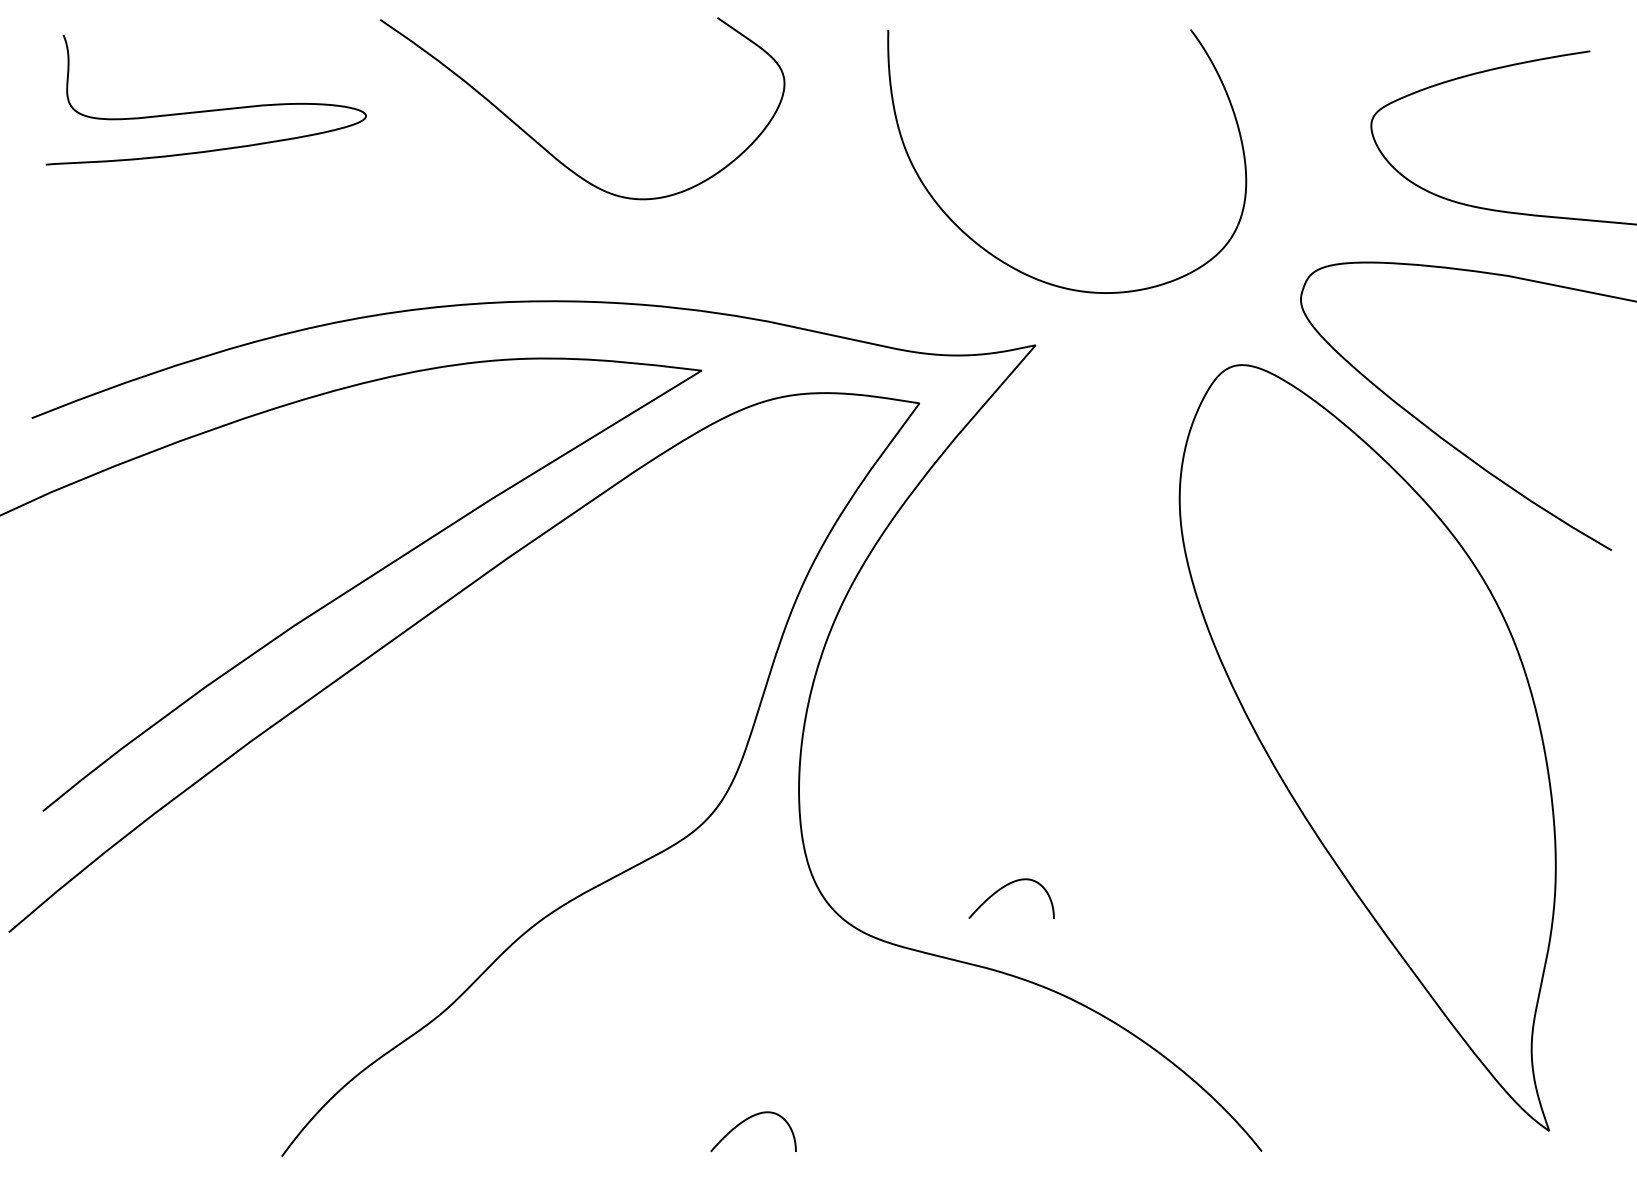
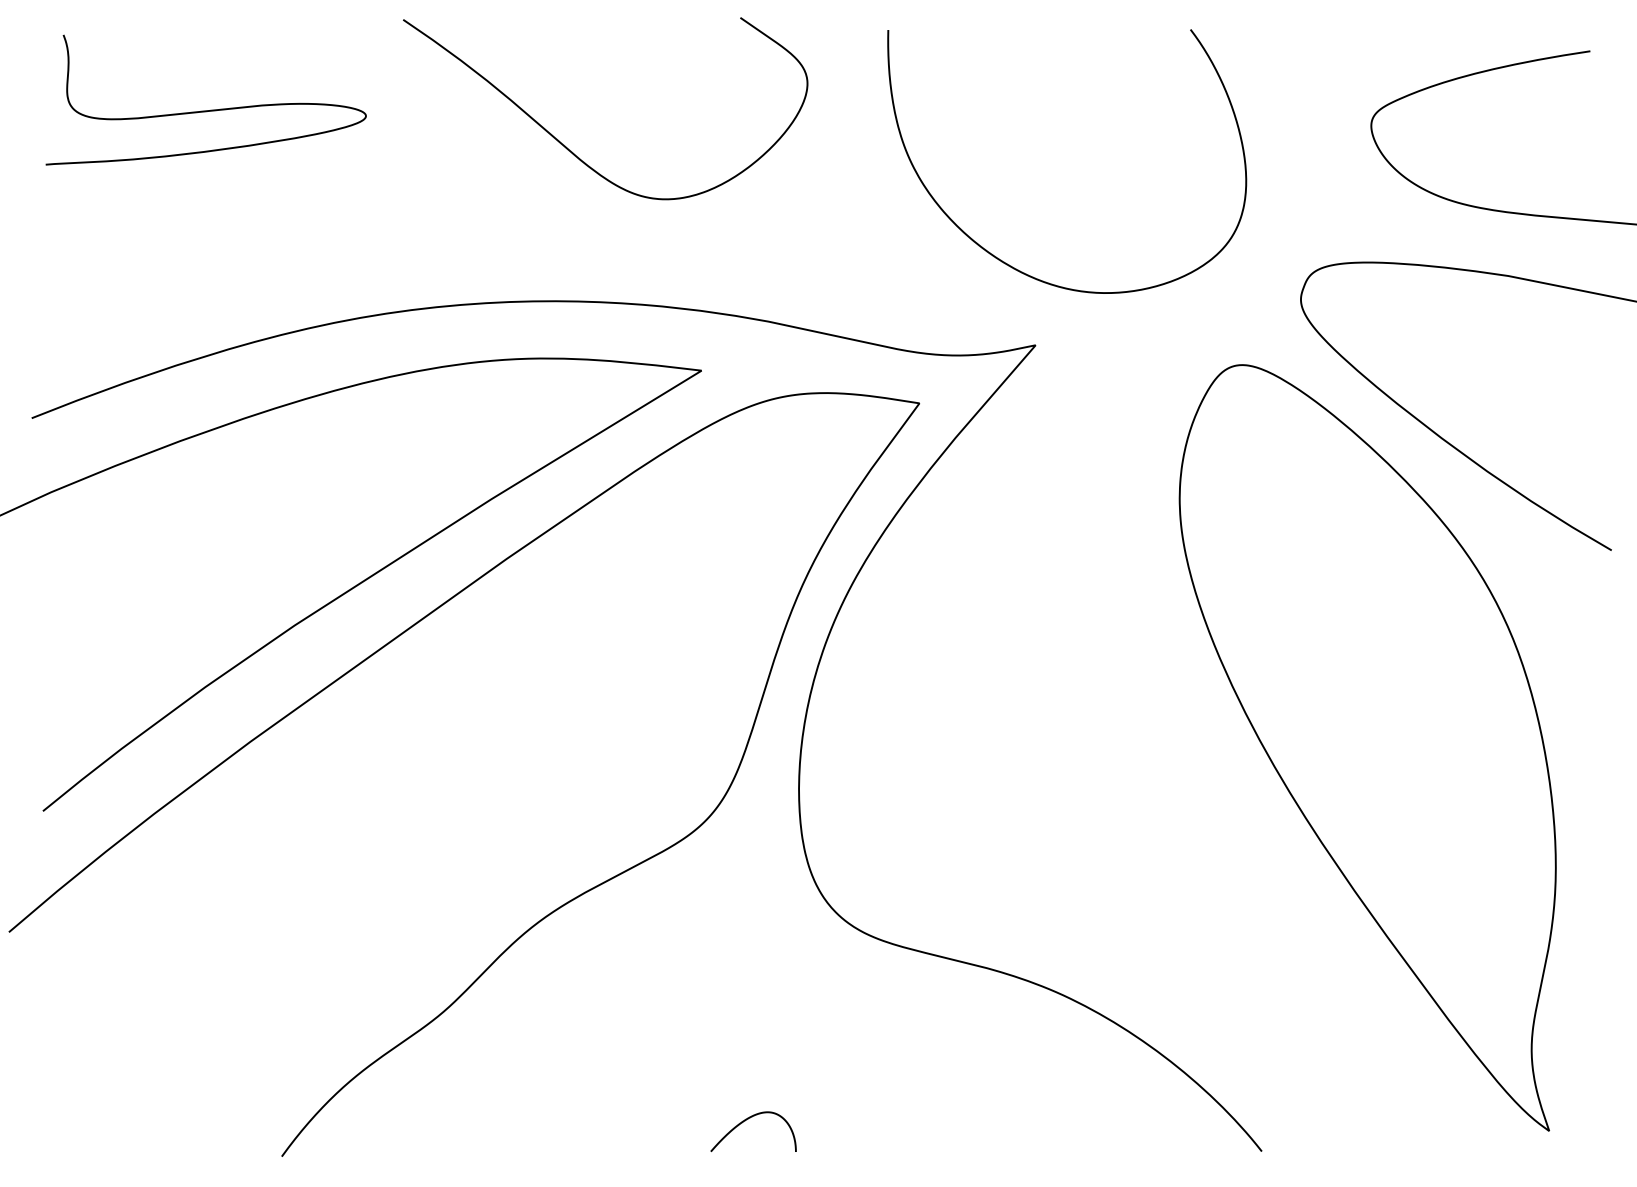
curve at (549, 151) position: (549, 151) -> (572, 151)
curve at (1003, 888): present -> none
